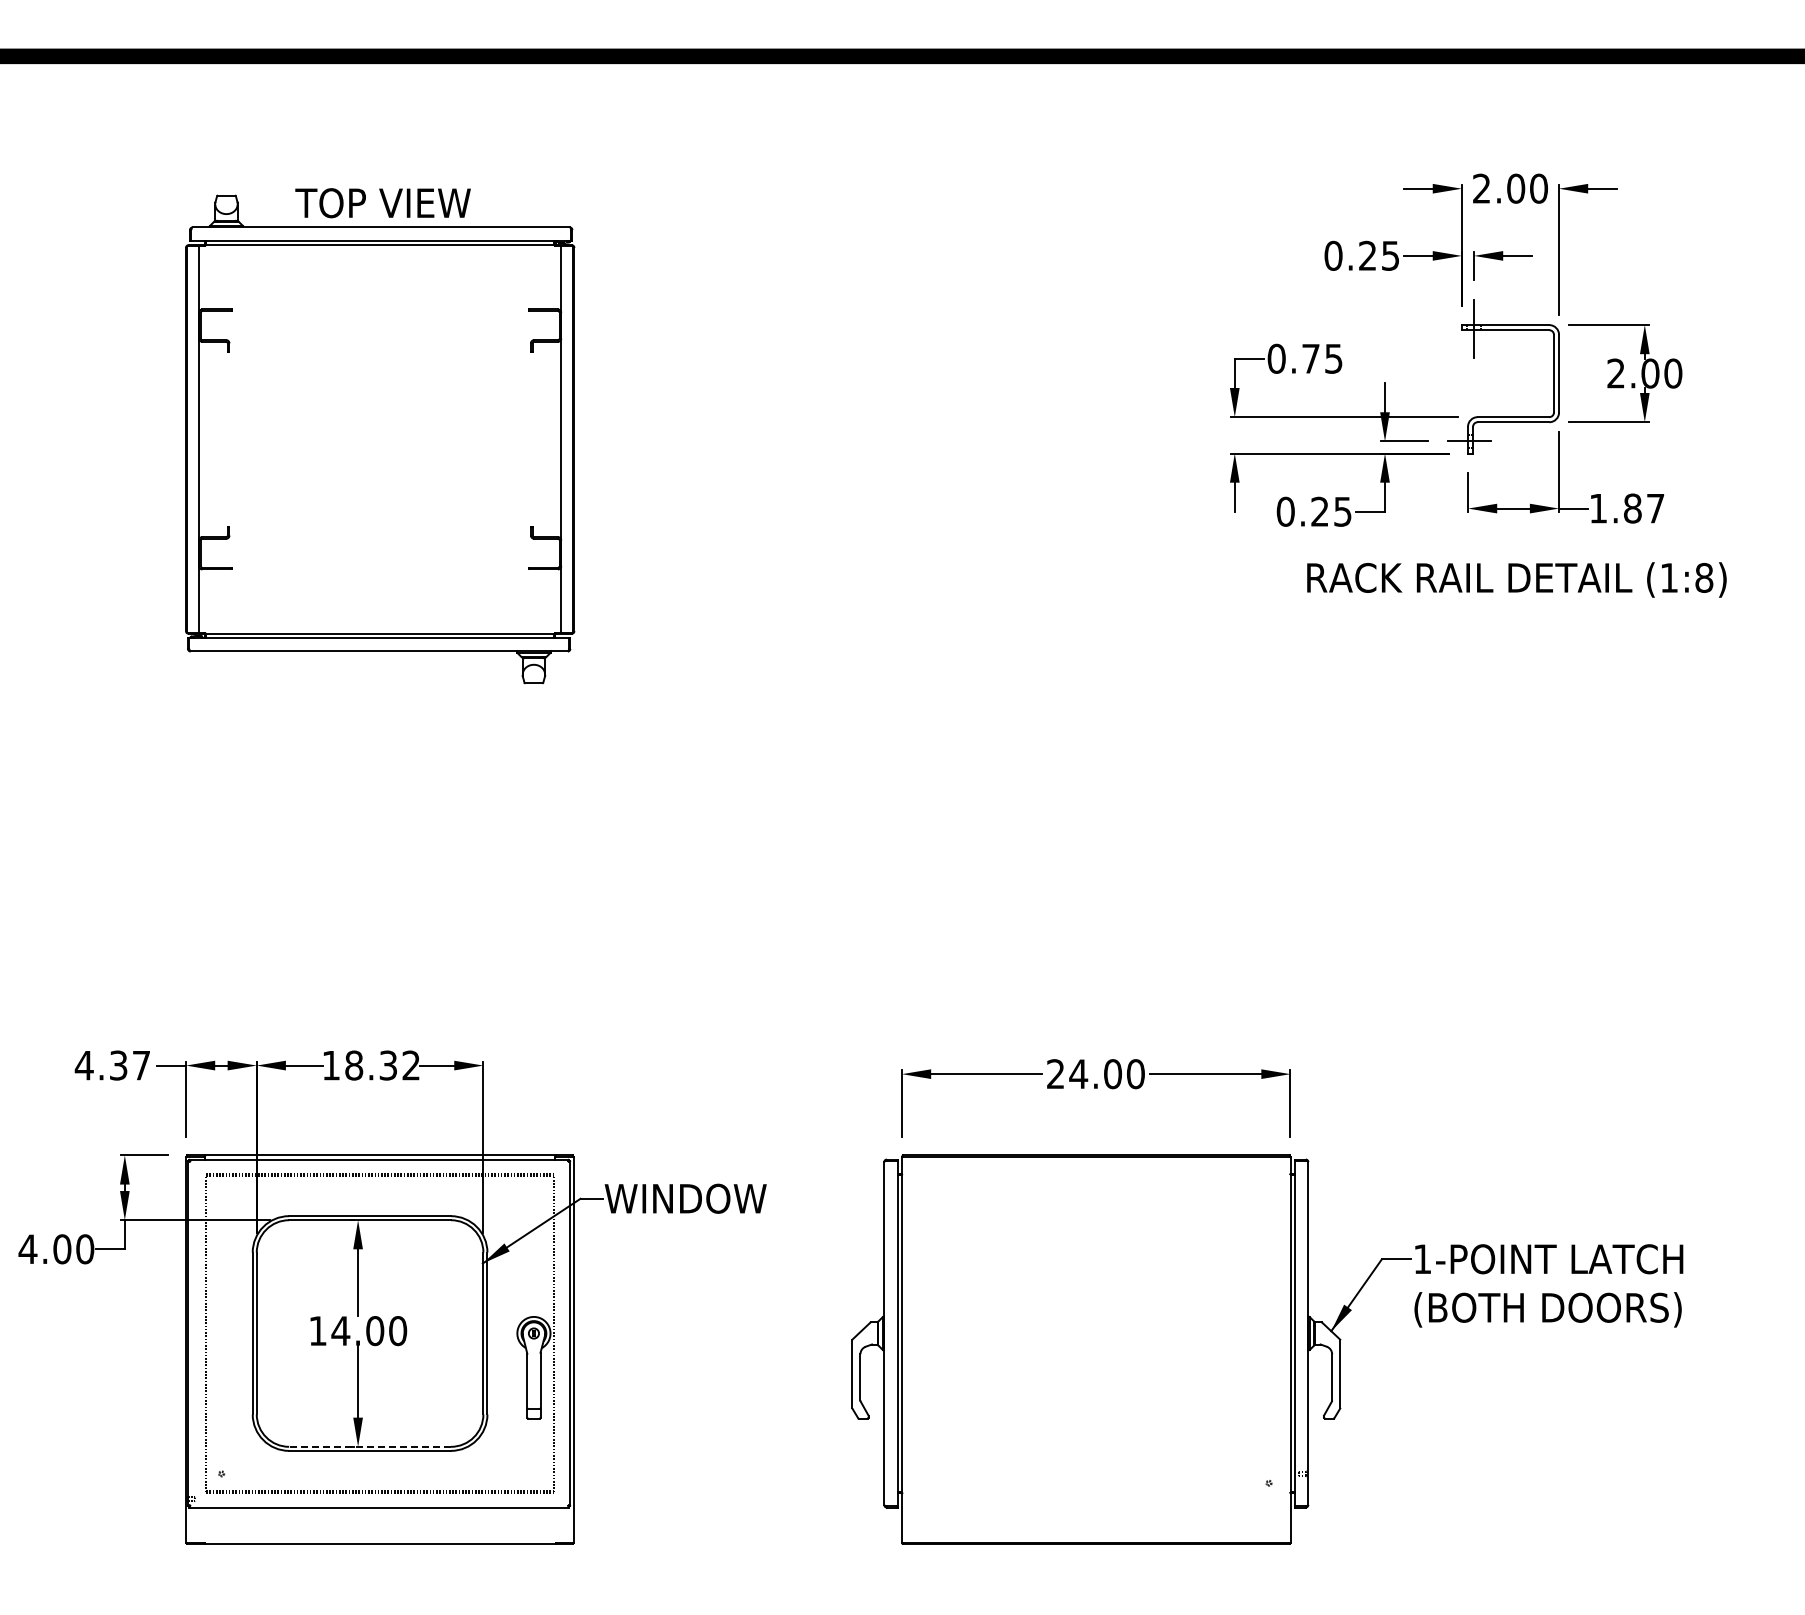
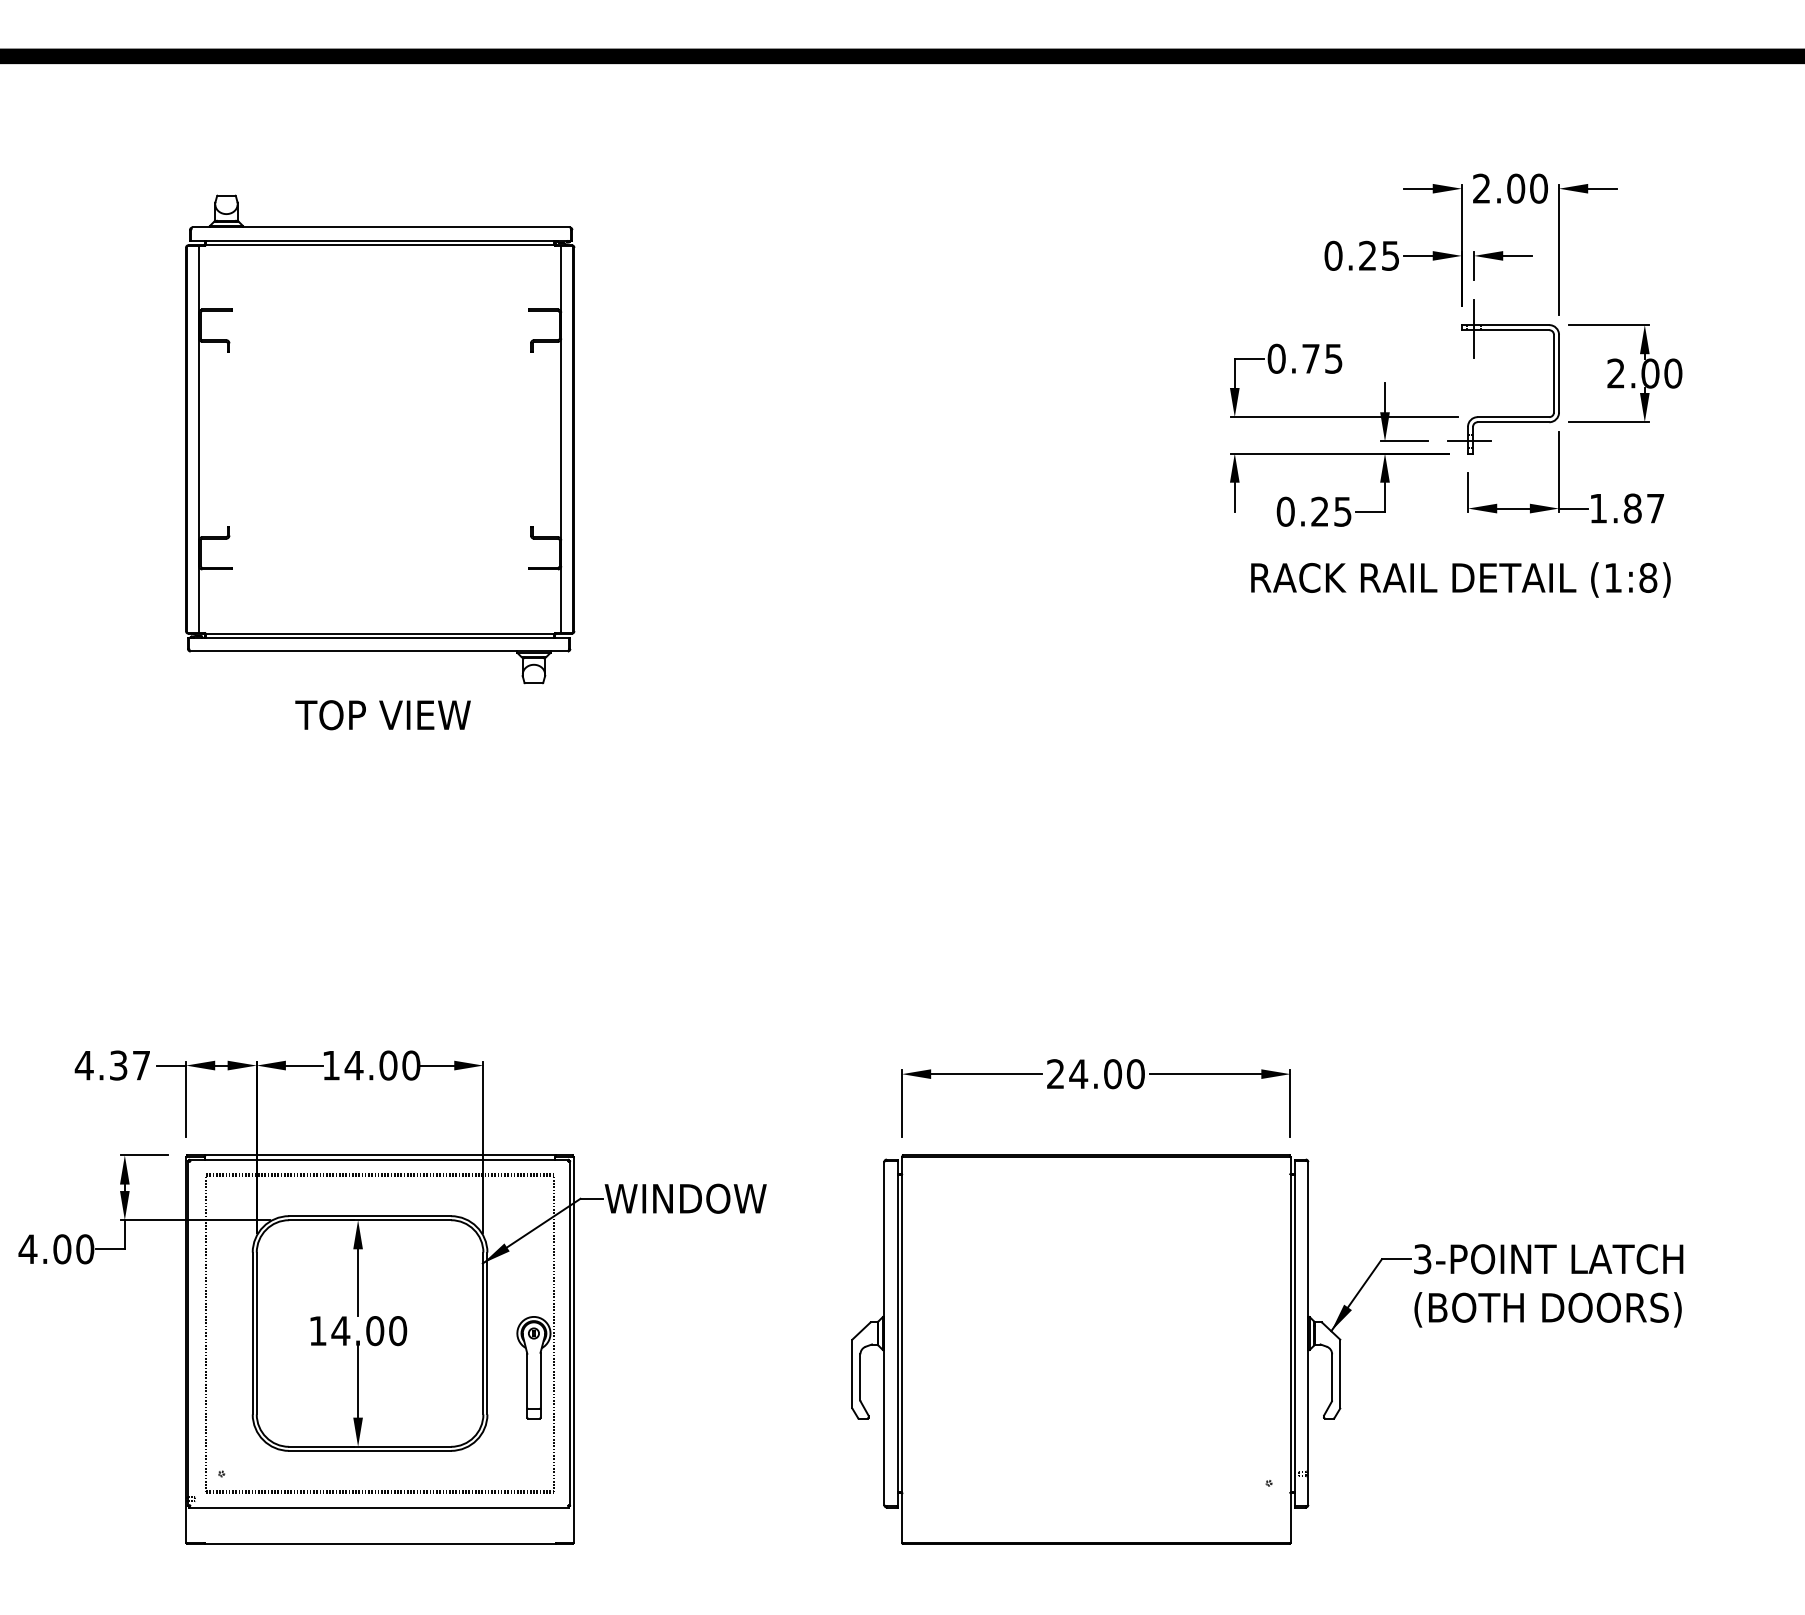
text at (382, 203) position: (382, 203) -> (382, 715)
text at (1516, 579) position: (1516, 579) -> (1460, 579)
text at (382, 1065): 18.32 -> 14.00
text at (1422, 1259): 1-POINT -> 3-POINT
line at (370, 1446): dashed -> solid
